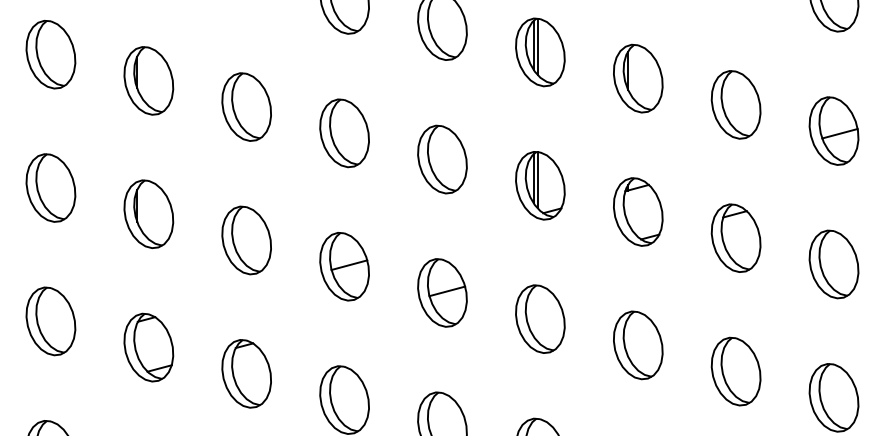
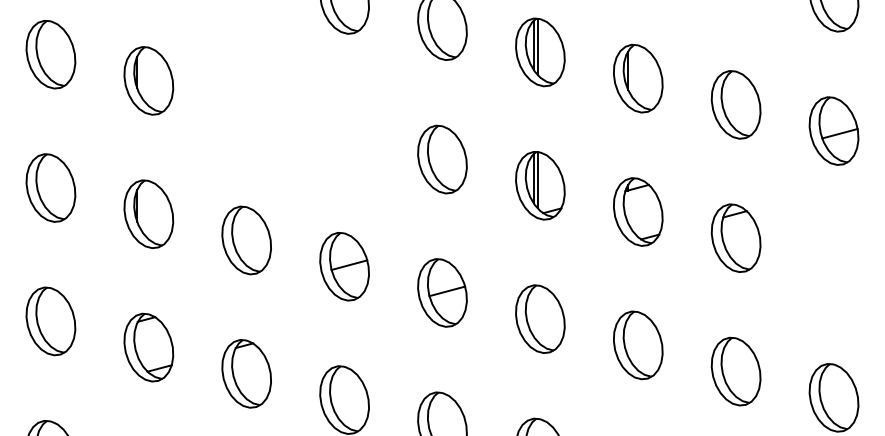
part at (246, 106): present -> none
part at (344, 133): present -> none
part at (833, 264): present -> none
